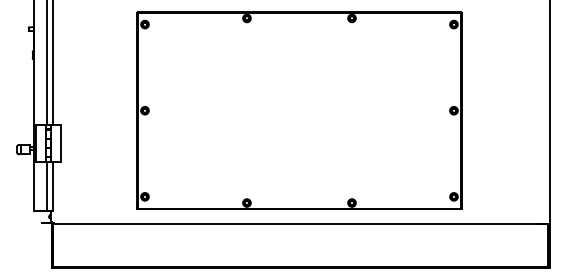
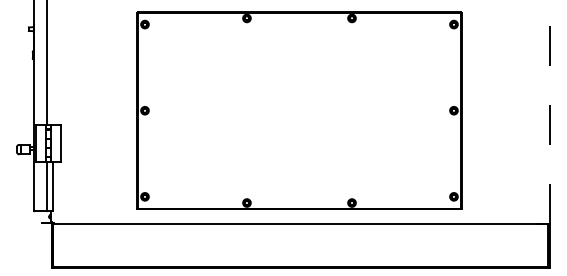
line at (53, 63): present -> none
line at (549, 111): solid -> dashed
